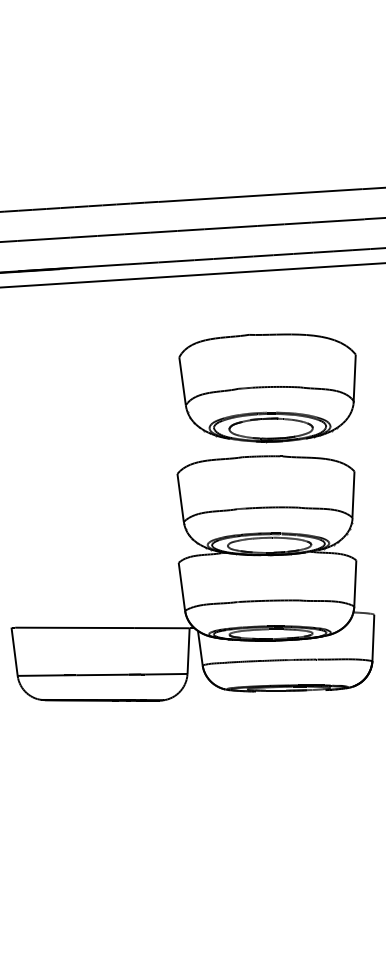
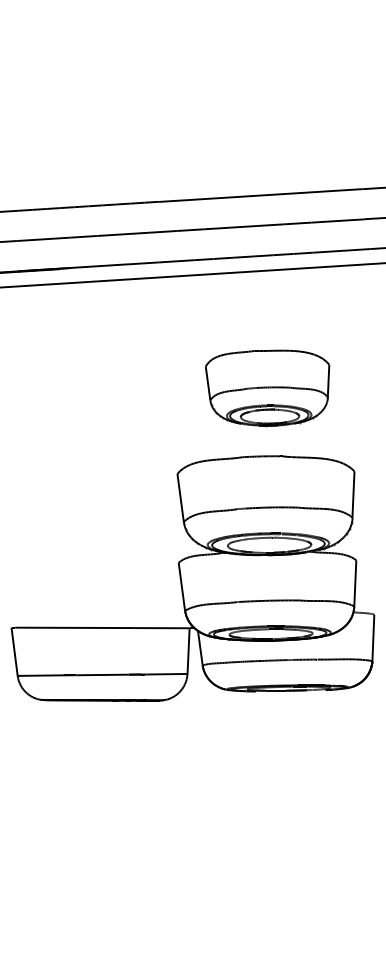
part at (267, 388) size: 179x111 px -> 126x79 px
